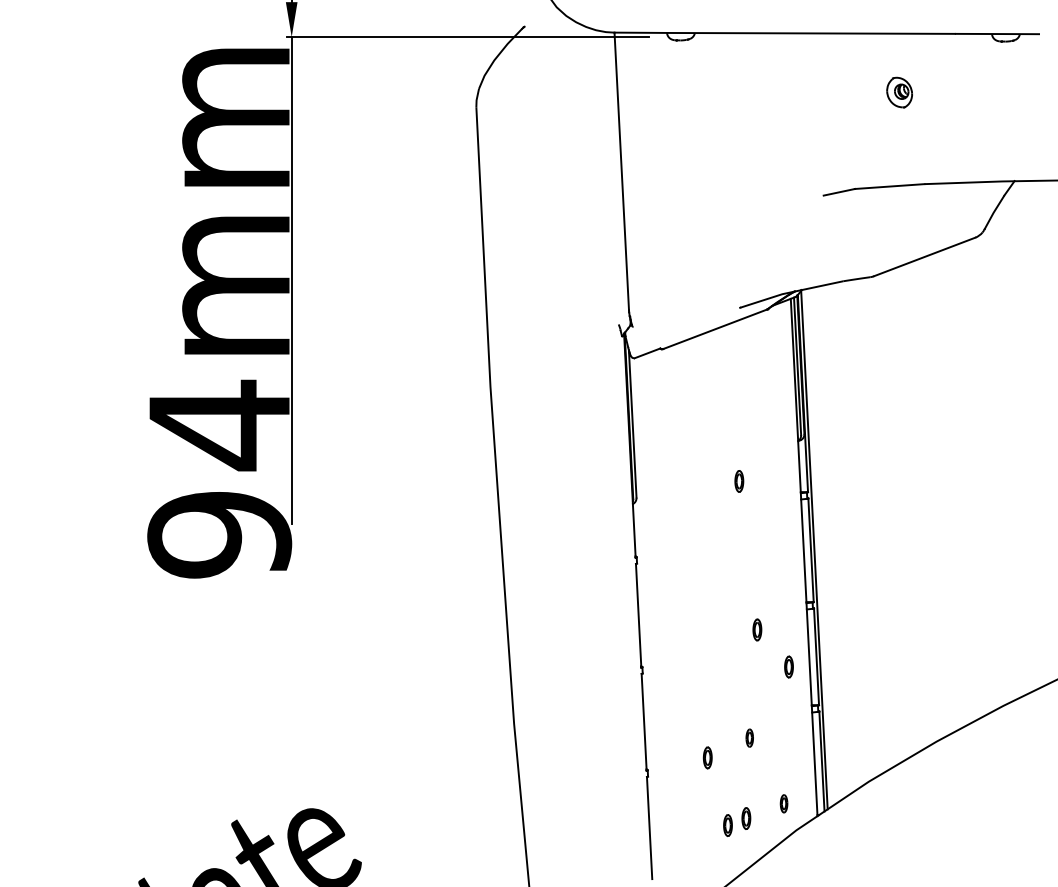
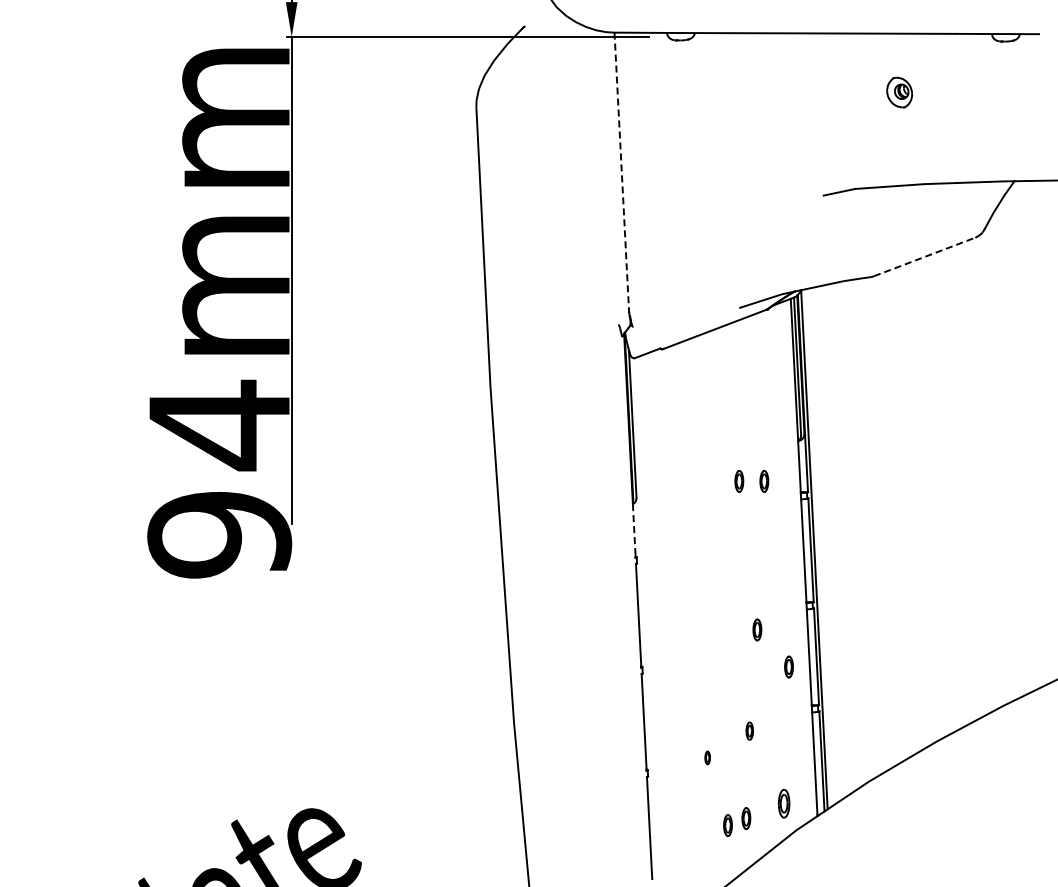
line at (621, 171): solid -> dashed
line at (925, 256): solid -> dashed
part at (764, 481): none -> present
line at (634, 530): solid -> dashed
part at (749, 737) position: (749, 737) -> (749, 730)
part at (707, 757) size: 11x24 px -> 7x16 px
part at (783, 803) size: 10x20 px -> 13x31 px
